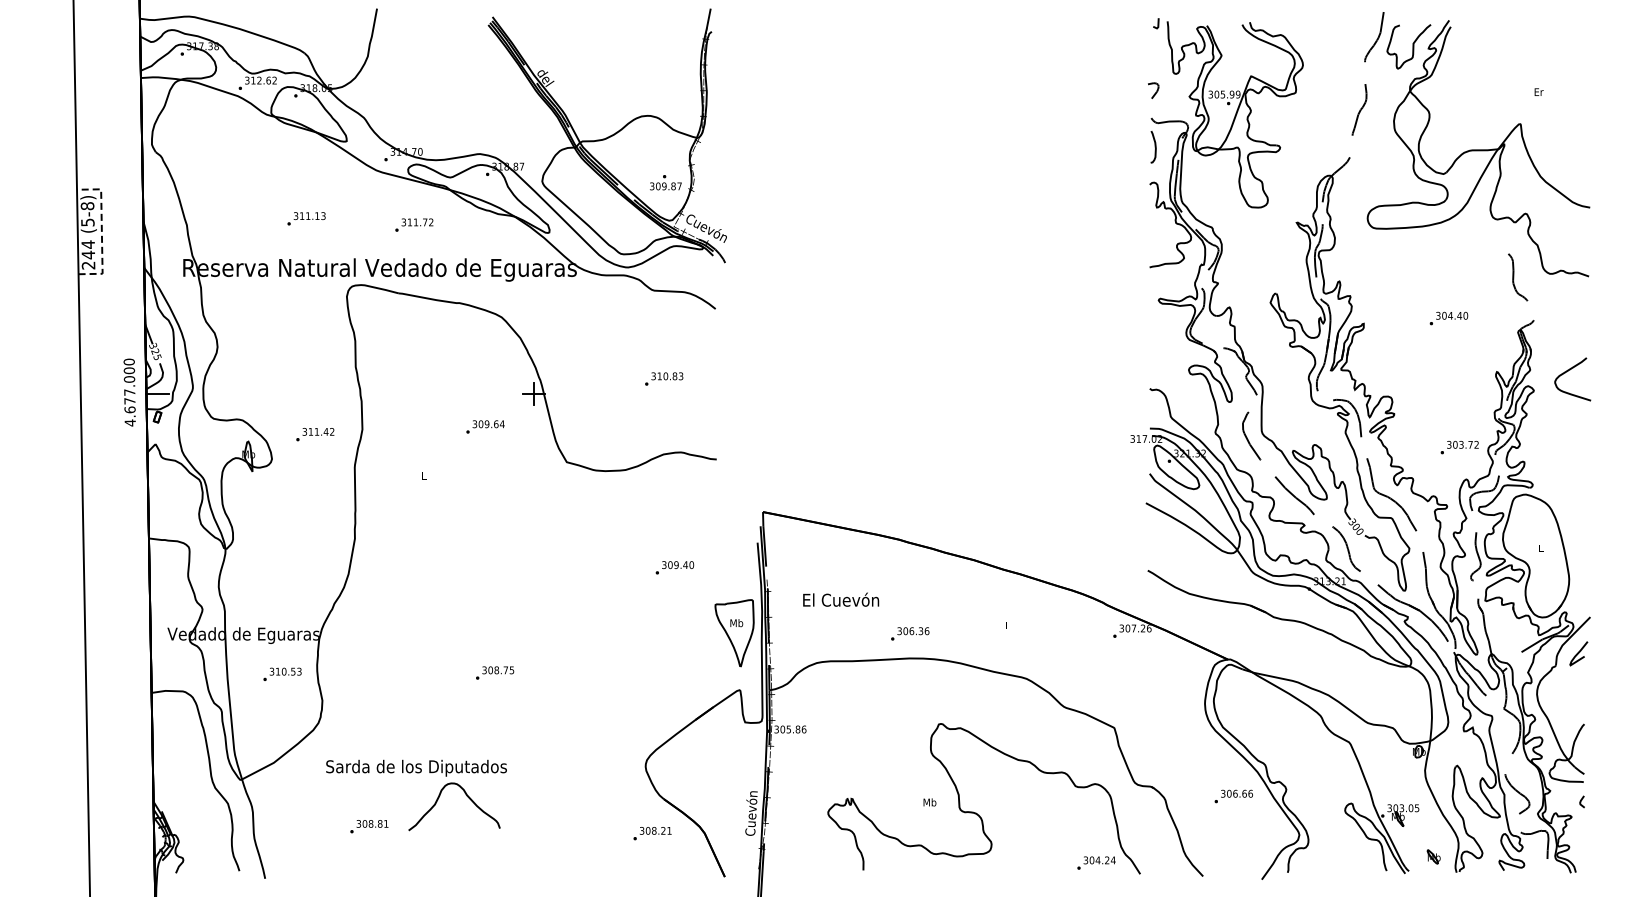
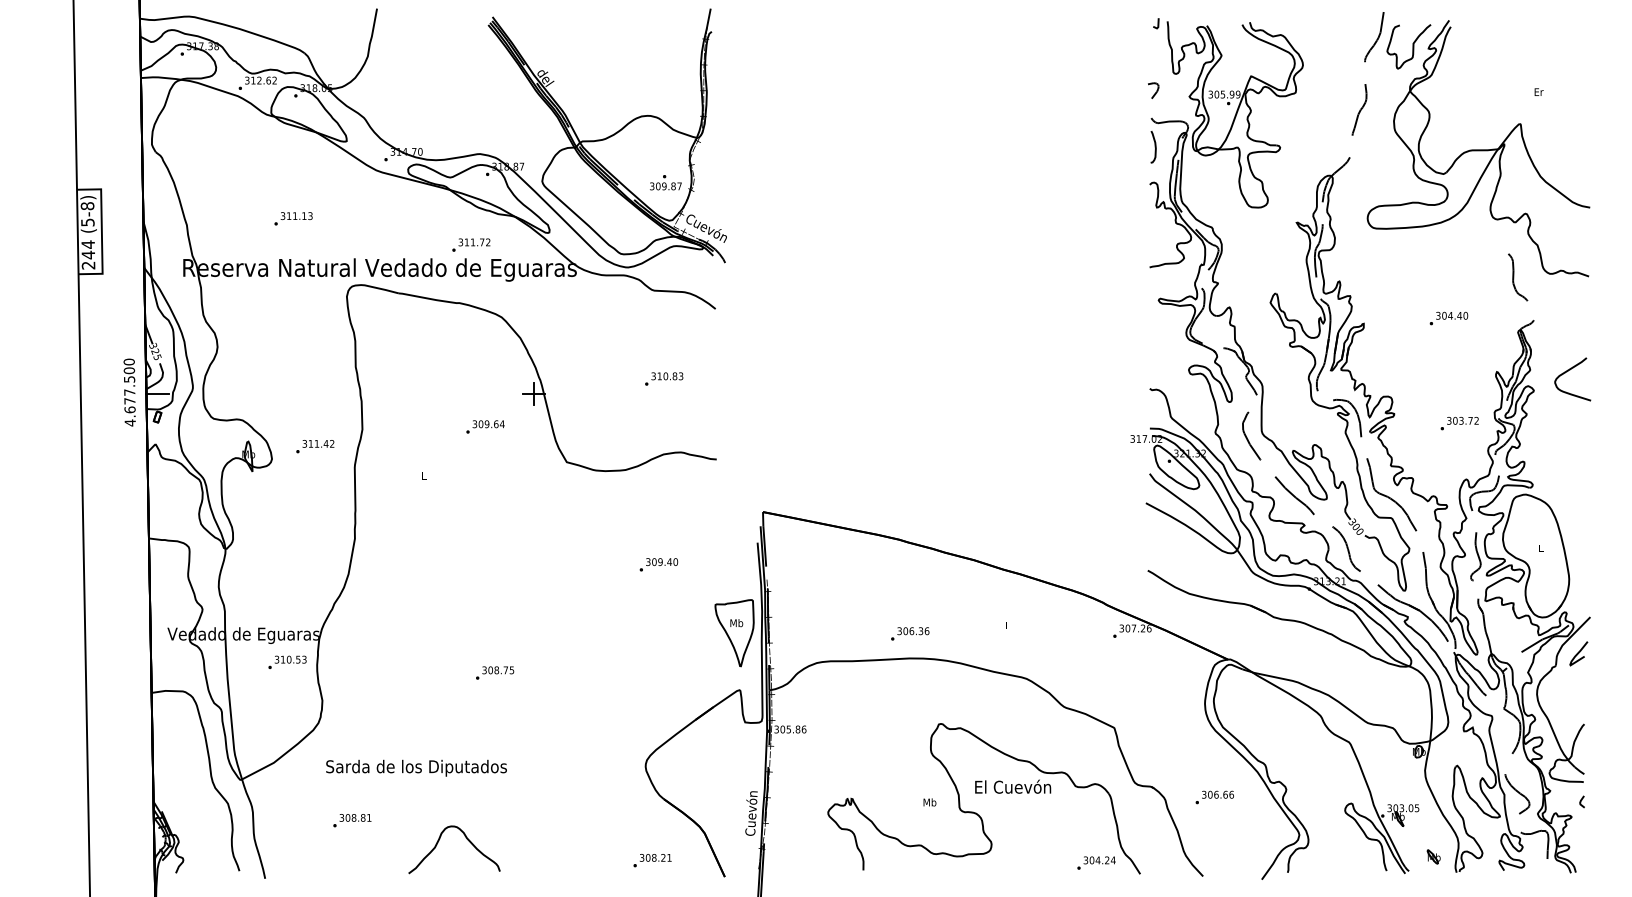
text at (306, 218) position: (306, 218) -> (293, 218)
text at (414, 224) position: (414, 224) -> (471, 244)
line at (101, 231): dashed -> solid
text at (129, 379): 4.677.000 -> 4.677.500
text at (315, 434) position: (315, 434) -> (315, 446)
text at (1459, 447) position: (1459, 447) -> (1459, 423)
text at (674, 567) position: (674, 567) -> (658, 564)
text at (841, 599) position: (841, 599) -> (1013, 786)
text at (282, 673) position: (282, 673) -> (287, 661)
curve at (466, 796) position: (466, 796) -> (466, 839)
text at (1233, 796) position: (1233, 796) -> (1214, 797)
text at (369, 826) position: (369, 826) -> (352, 820)
text at (652, 833) position: (652, 833) -> (652, 860)
